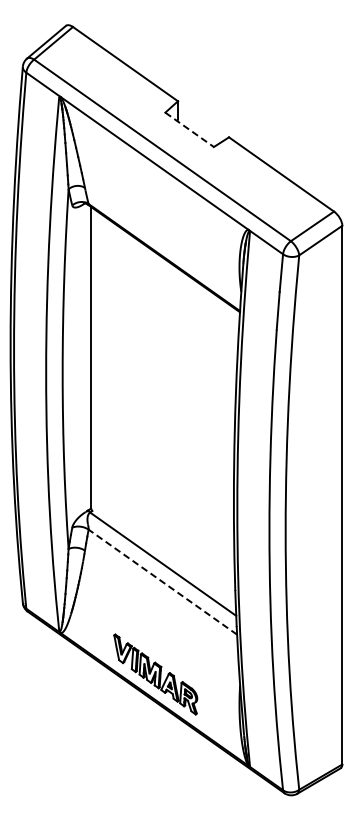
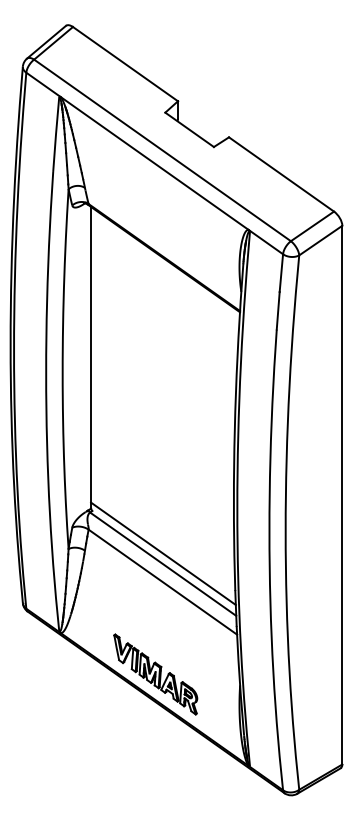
line at (189, 129): dashed -> solid
line at (163, 553): none -> present
line at (162, 582): dashed -> solid
